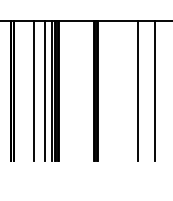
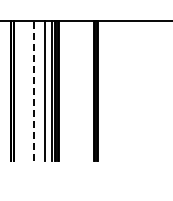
line at (34, 91): solid -> dashed
line at (138, 91): present -> none
line at (155, 91): present -> none
